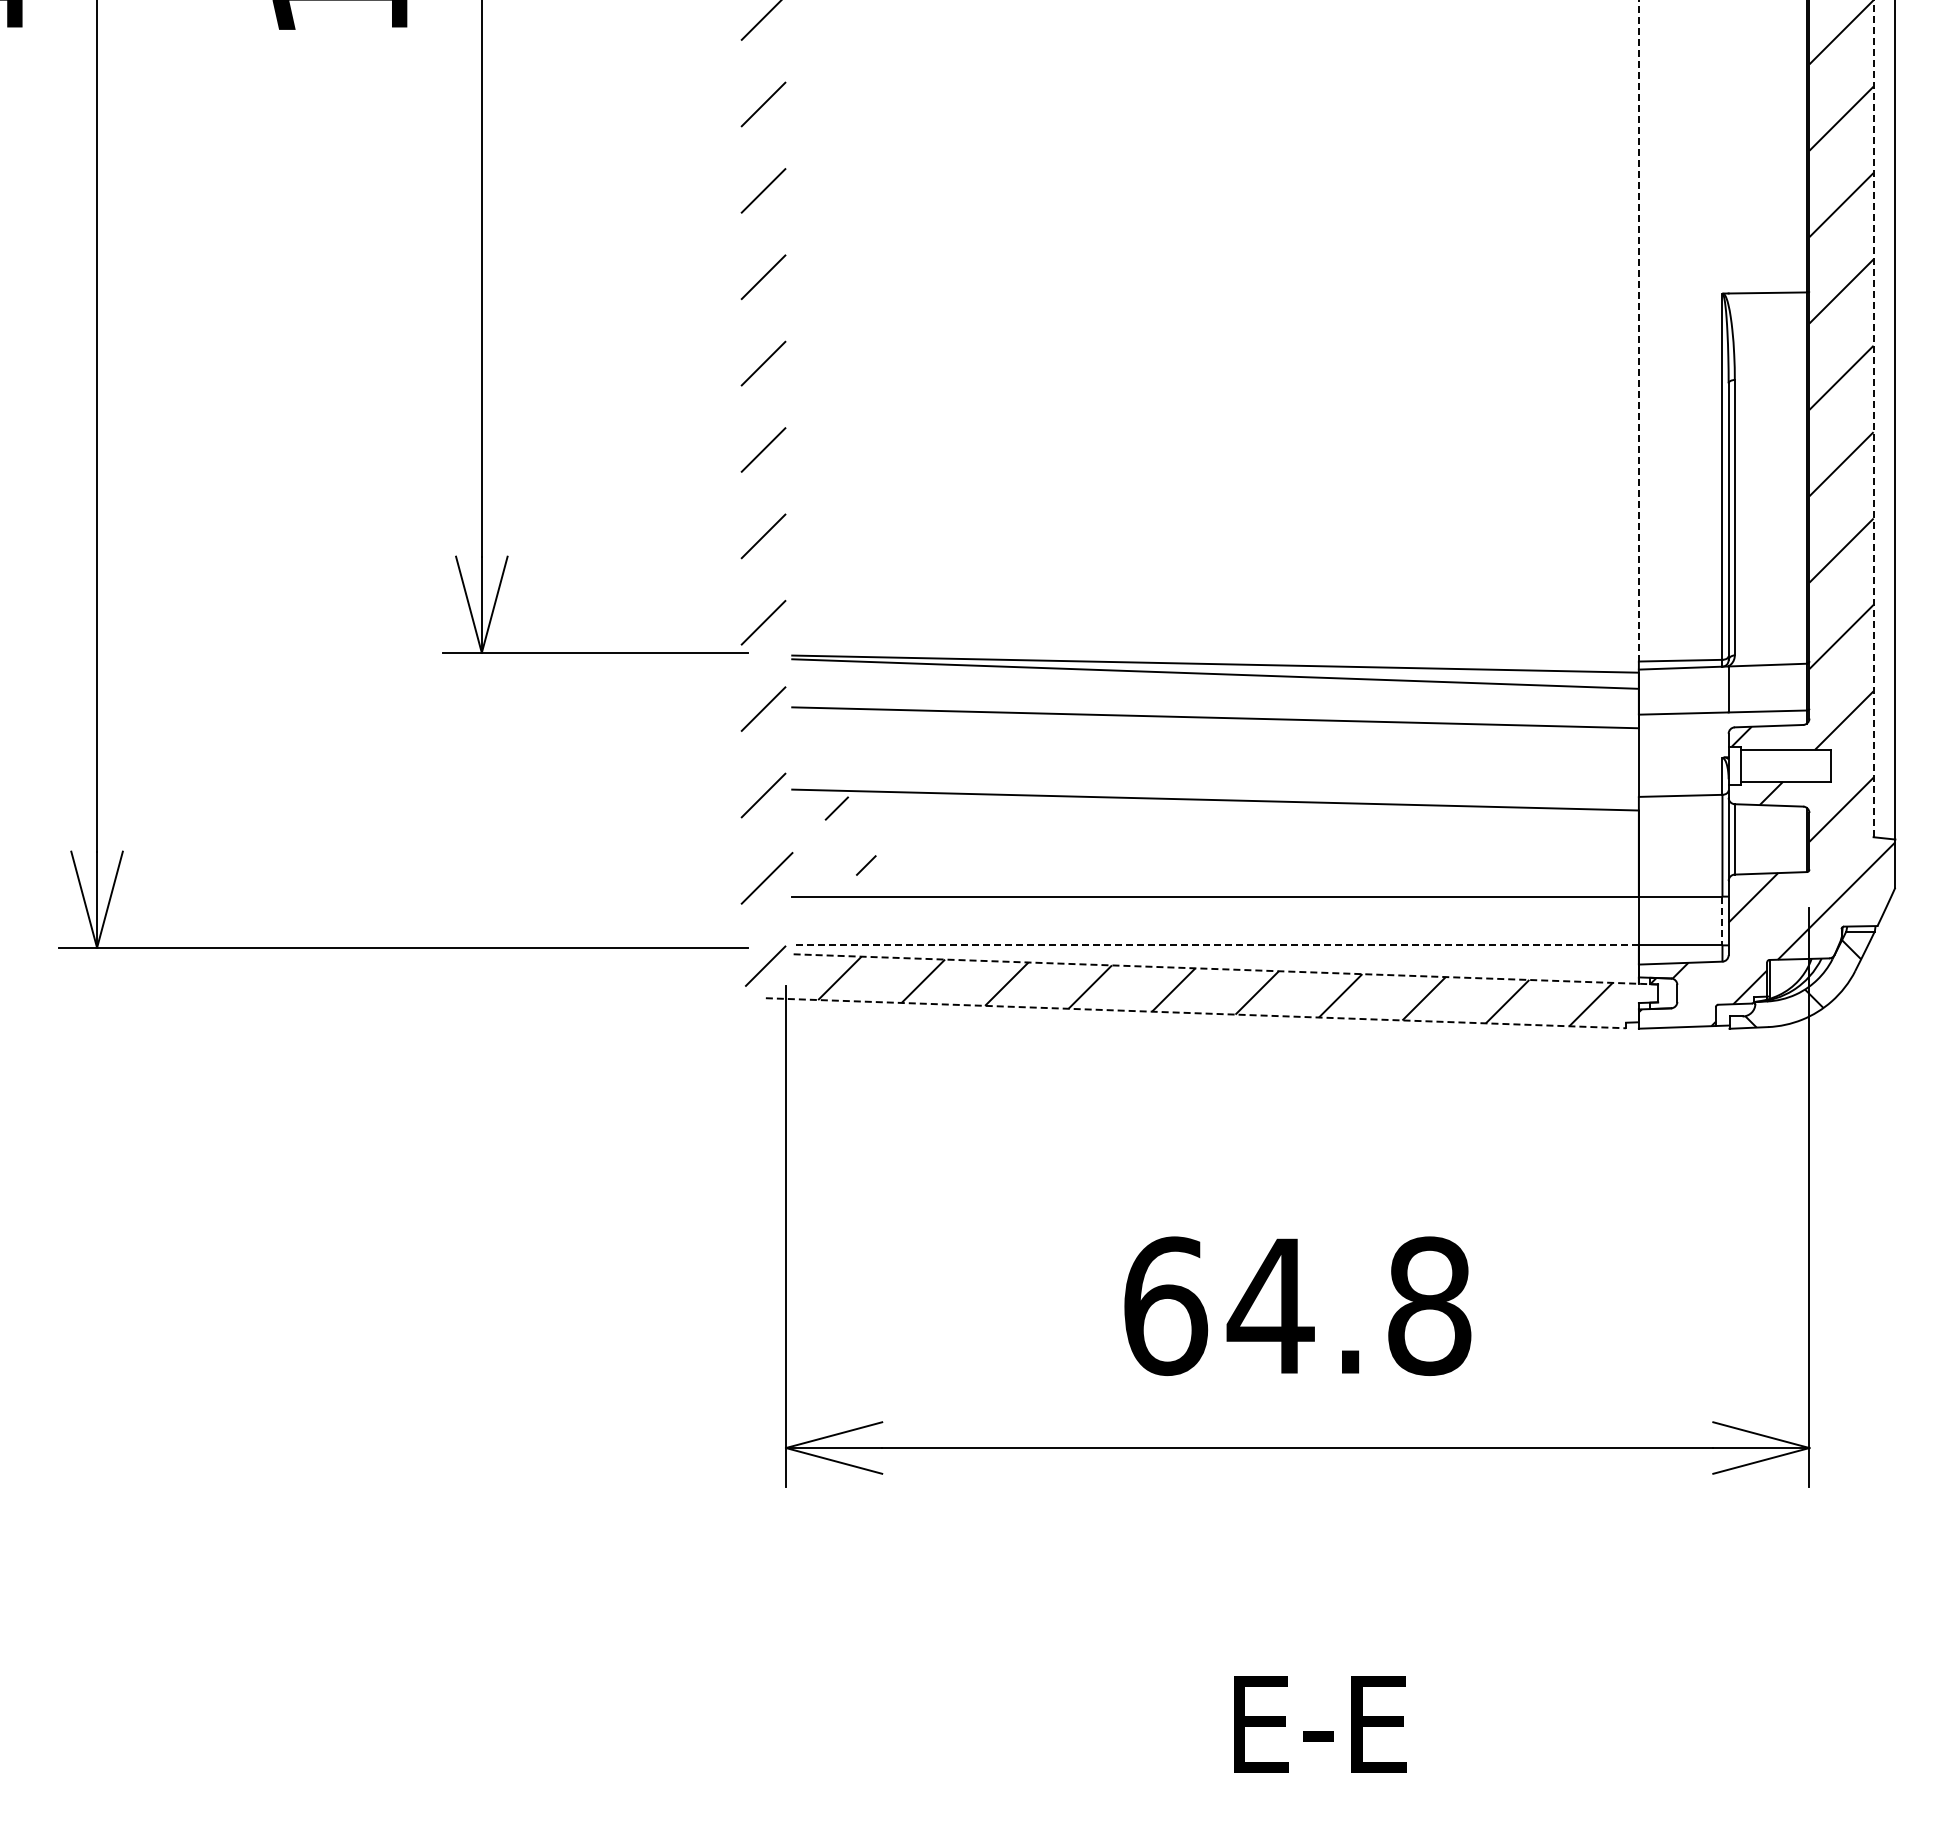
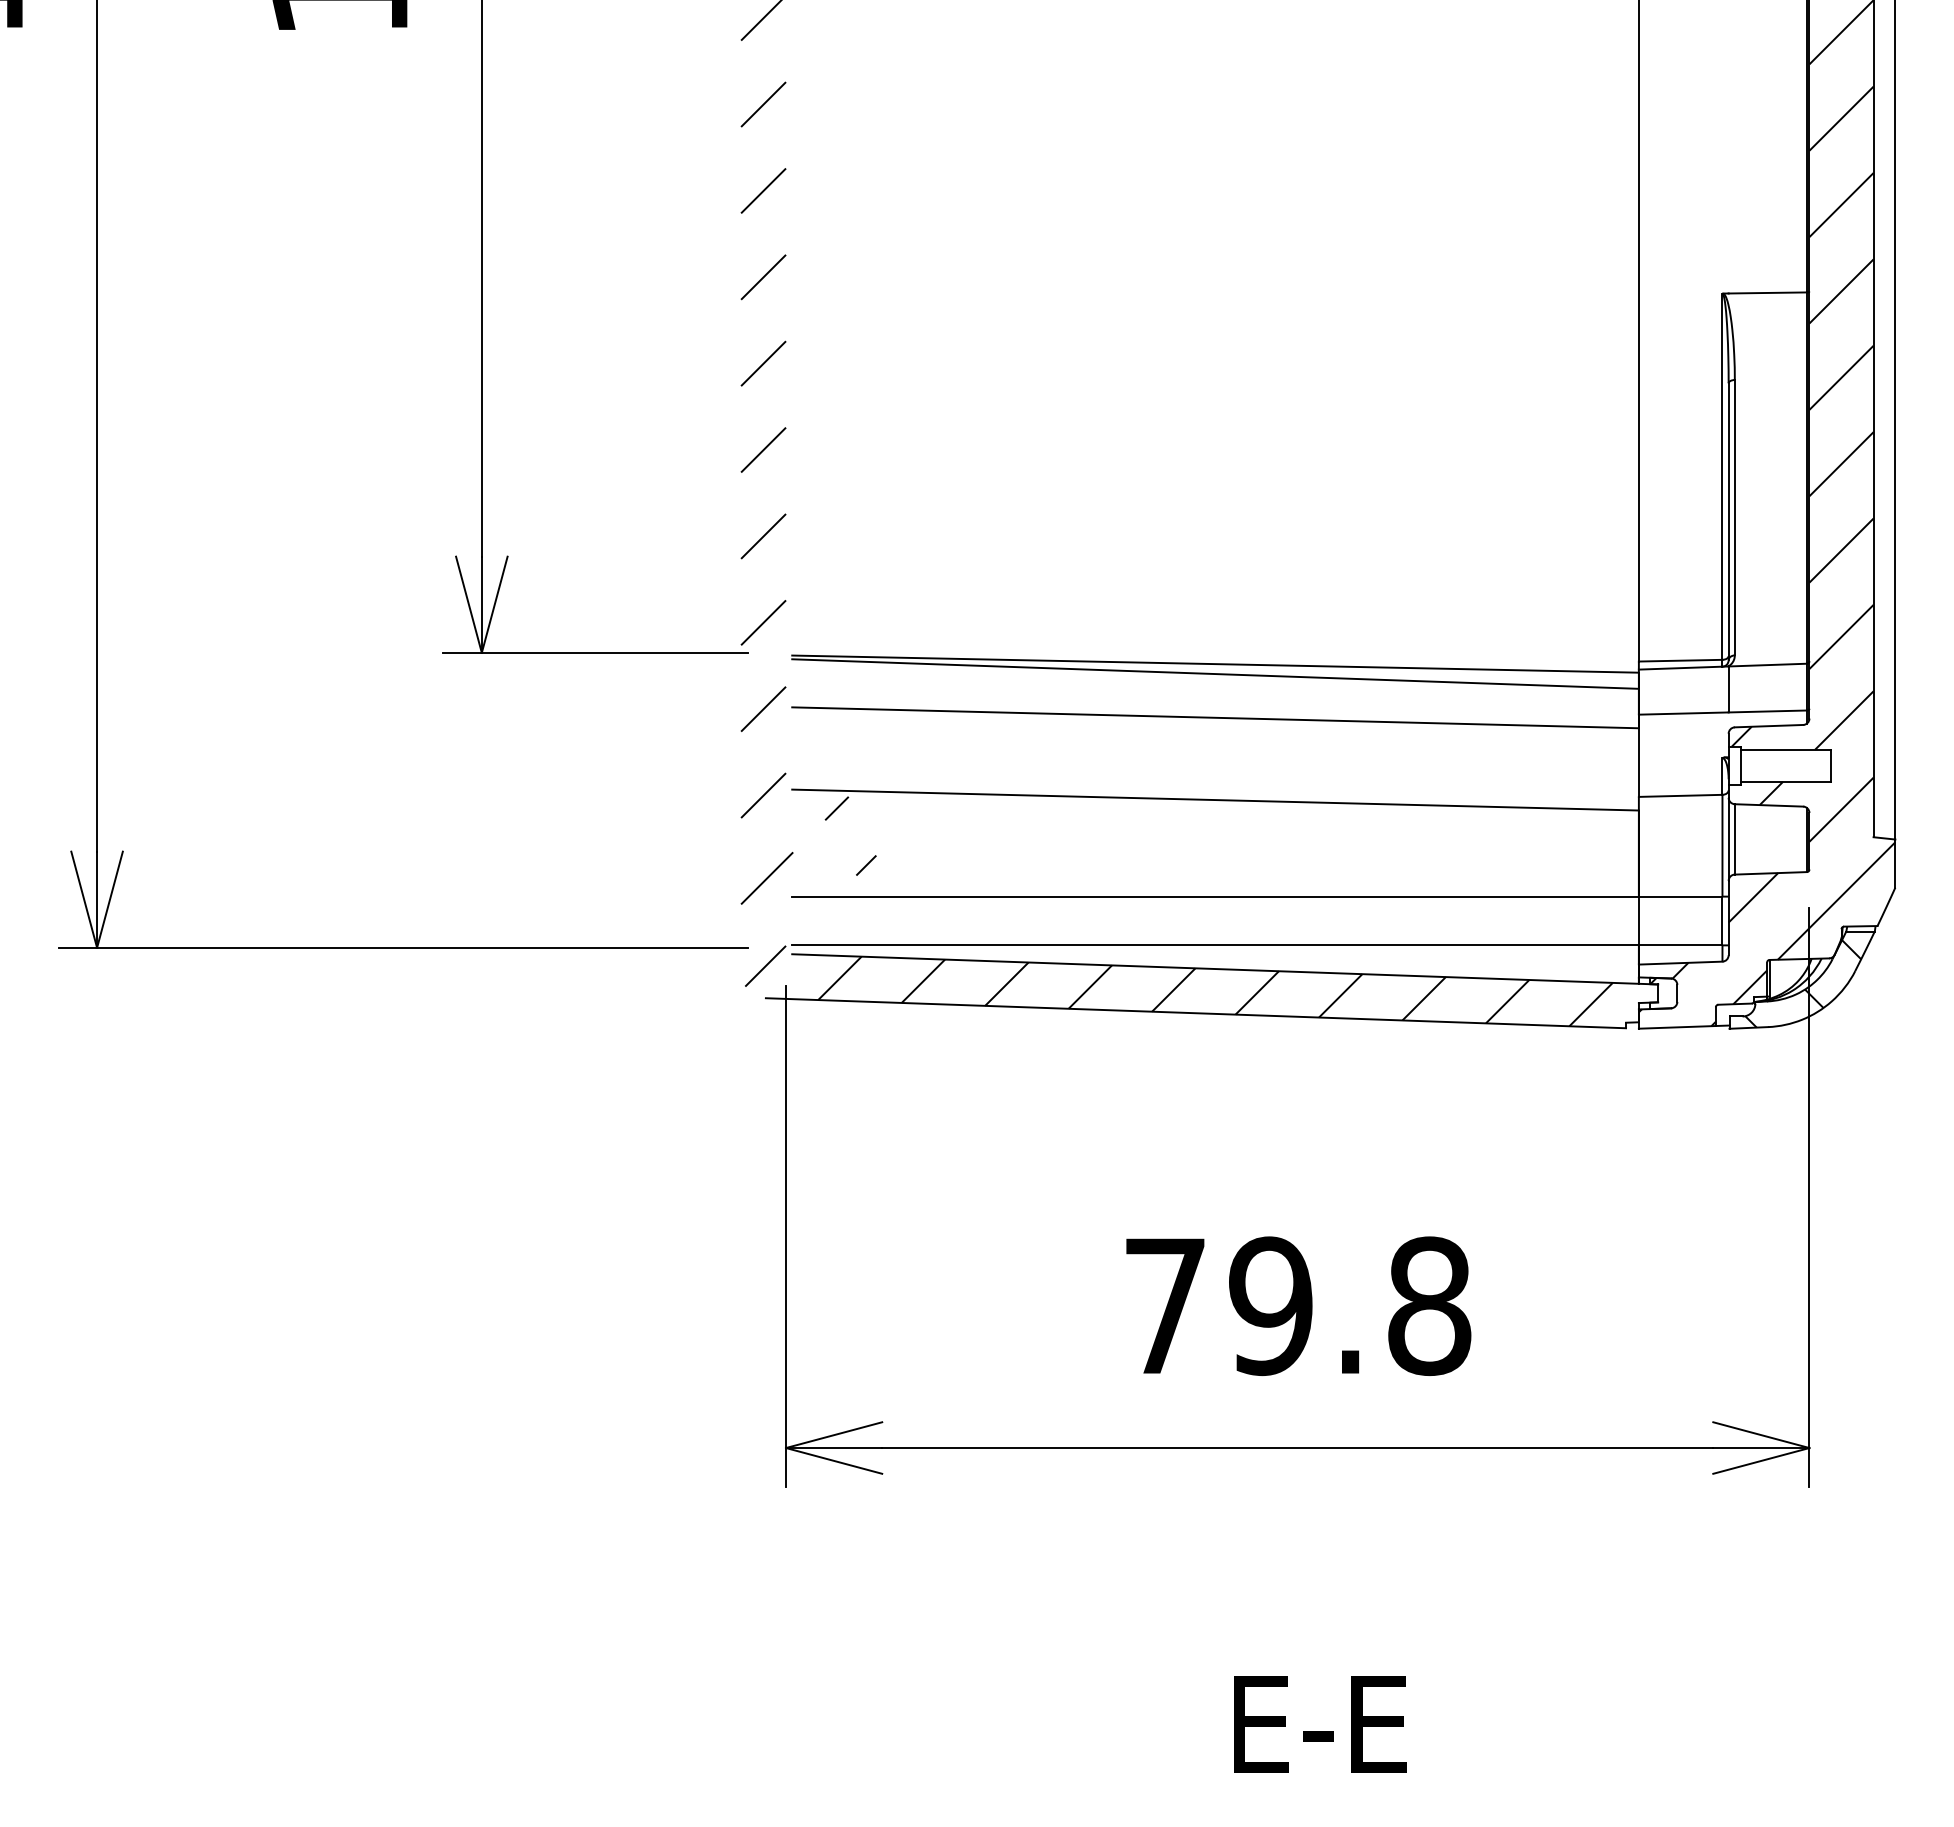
line at (1638, 330): dashed -> solid
line at (1873, 418): dashed -> solid
line at (1722, 921): dashed -> solid
line at (1215, 945): dashed -> solid
line at (1224, 969): dashed -> solid
line at (1196, 1013): dashed -> solid
text at (1219, 1306): 64.8 -> 79.8
